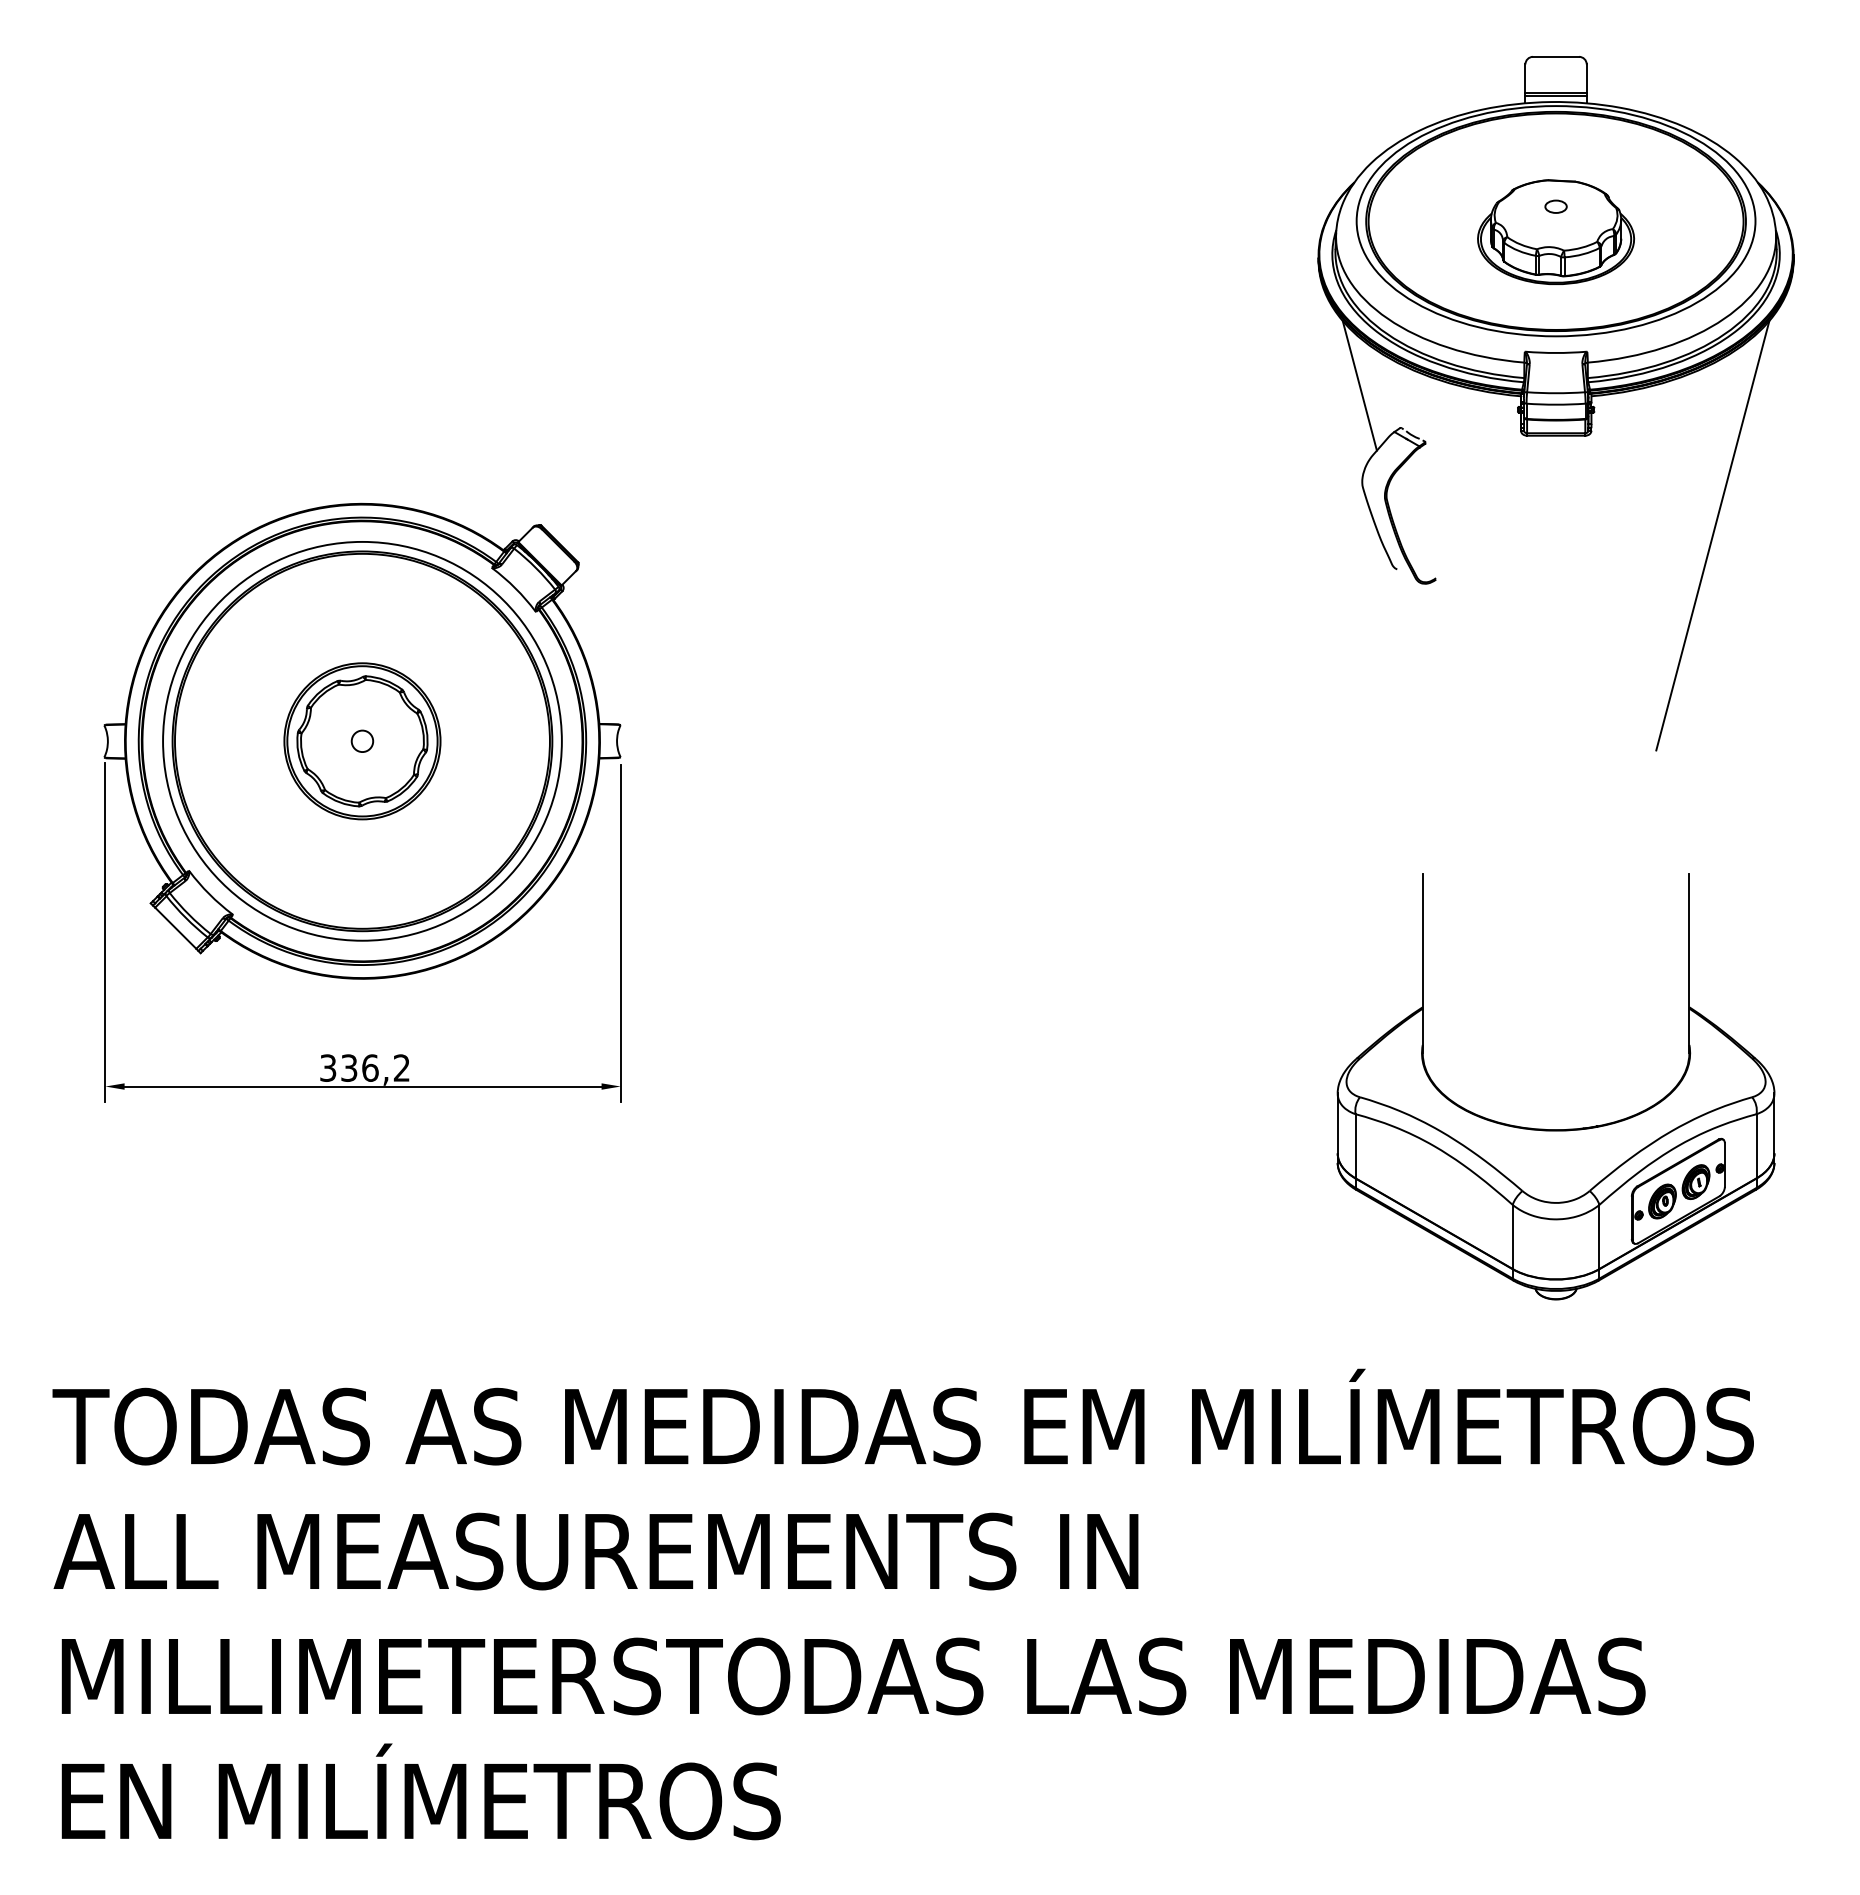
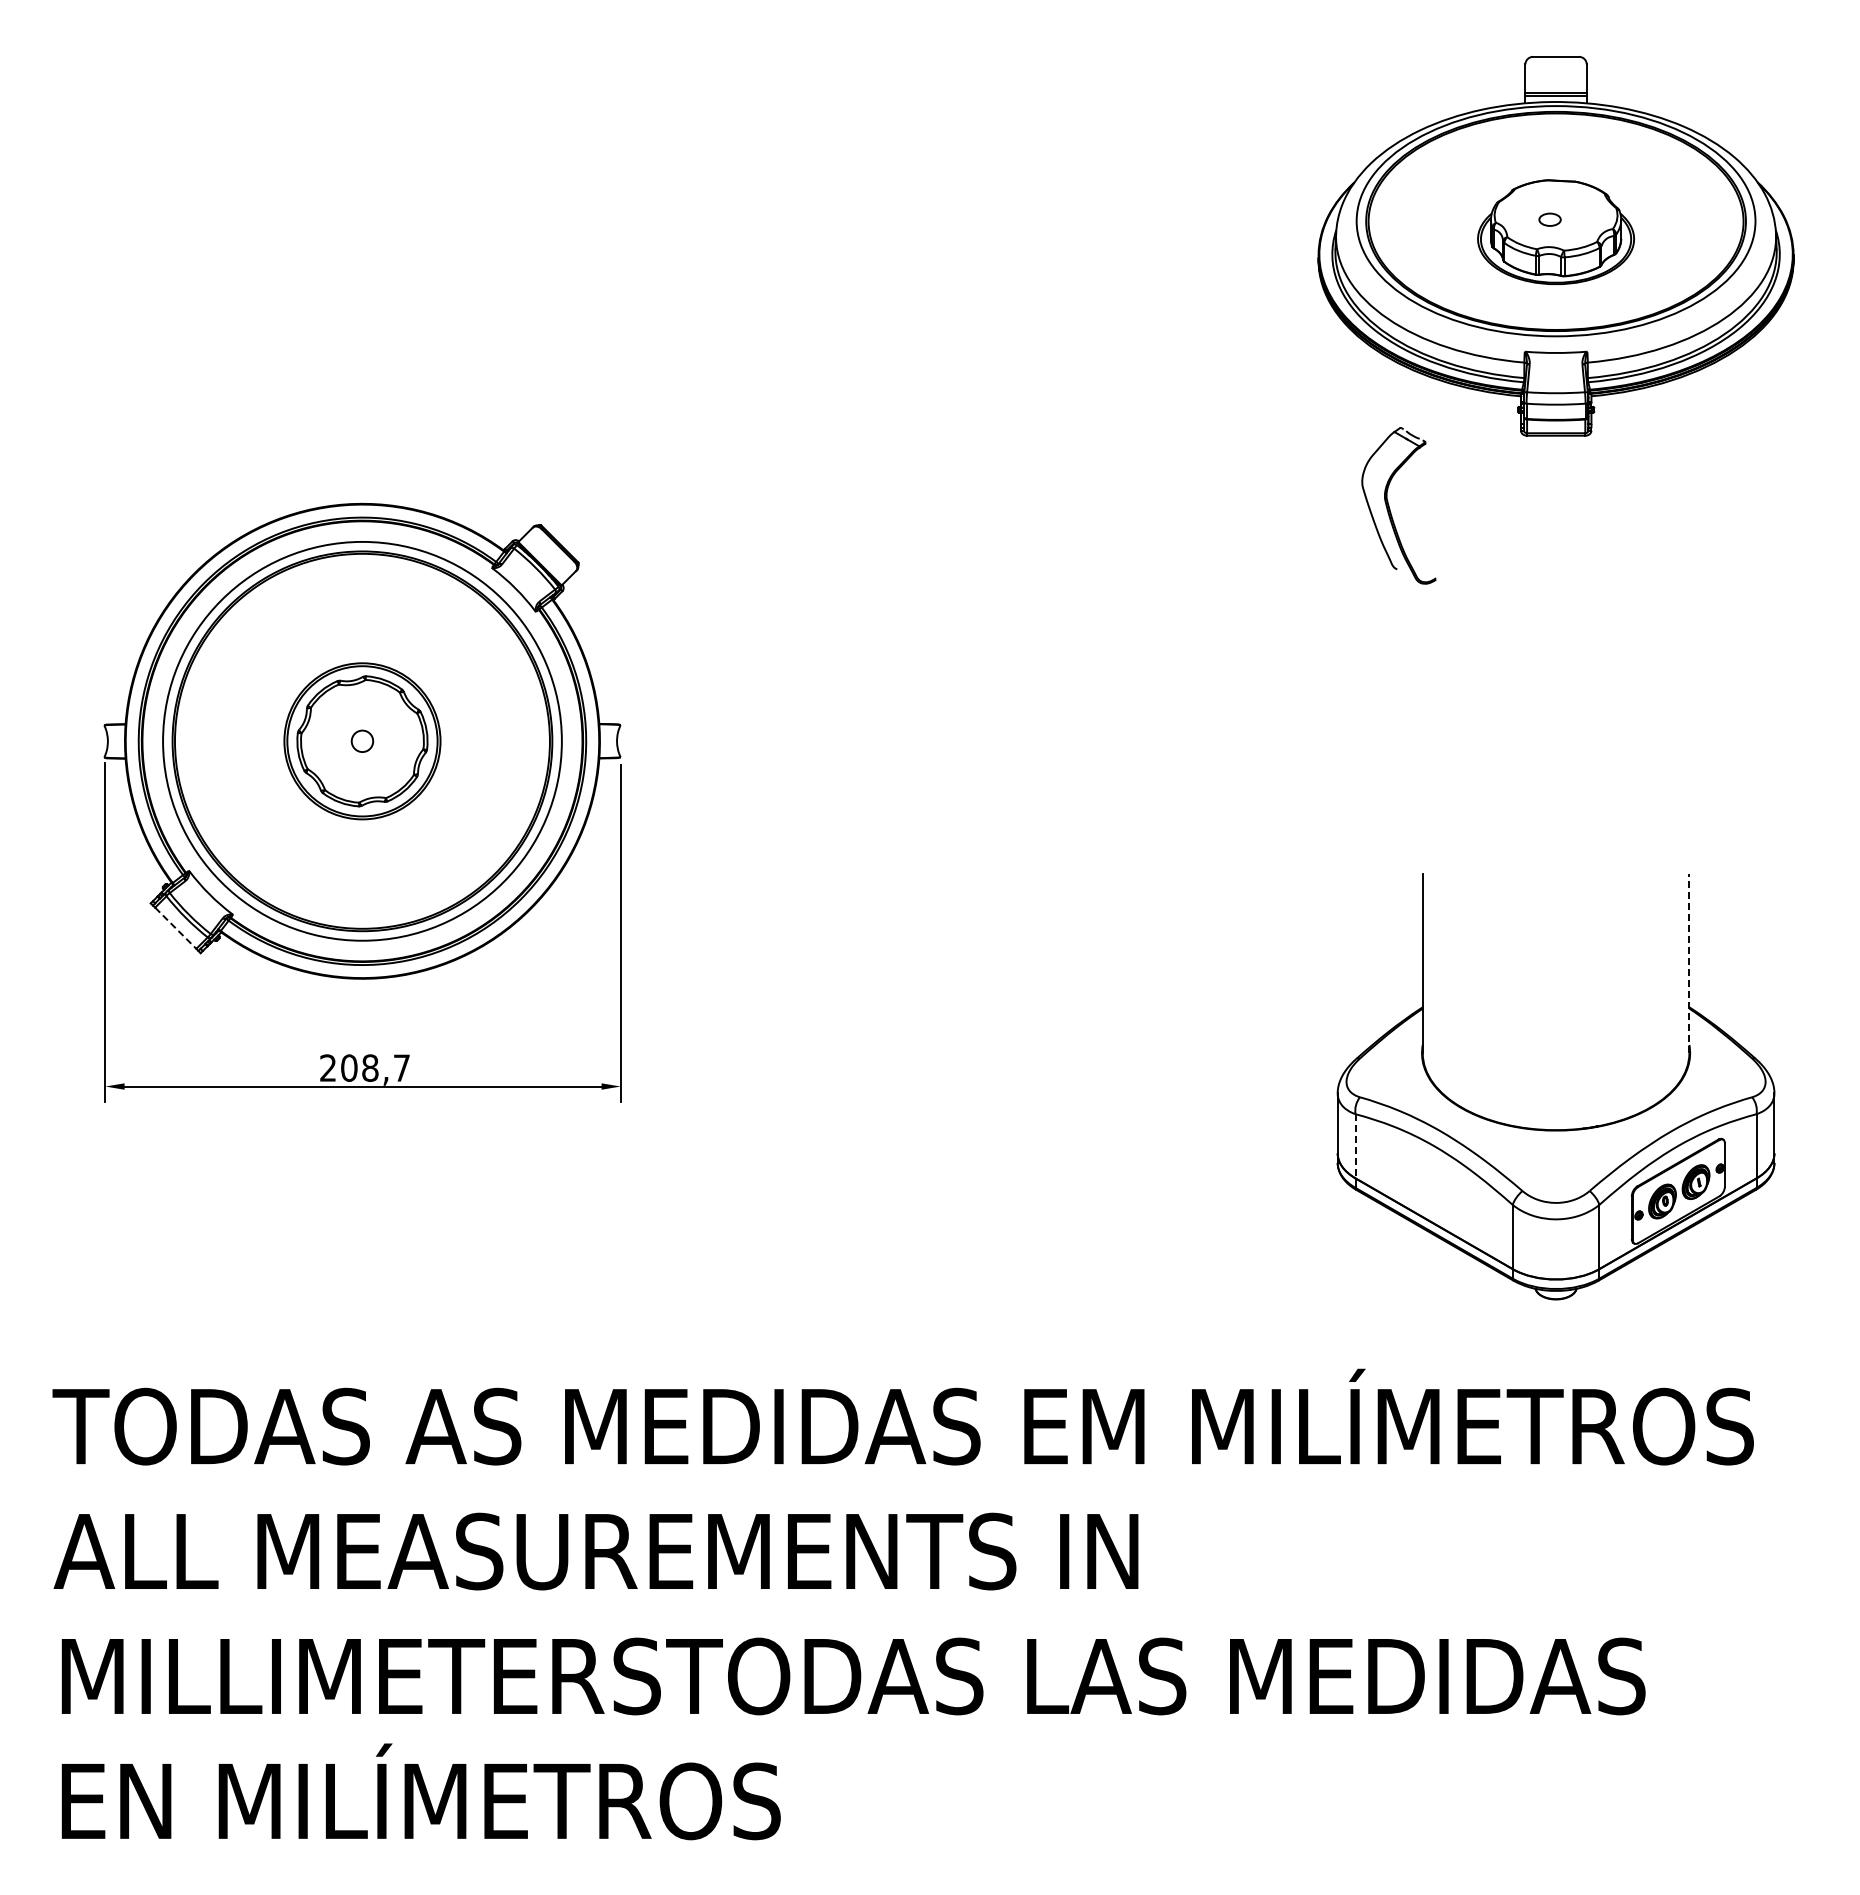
part at (1555, 206) position: (1555, 206) -> (1549, 219)
line at (1359, 385): present -> none
line at (1712, 535): present -> none
line at (176, 928): solid -> dashed
line at (1689, 963): solid -> dashed
text at (364, 1067): 336,2 -> 208,7
line at (1355, 1146): solid -> dashed
